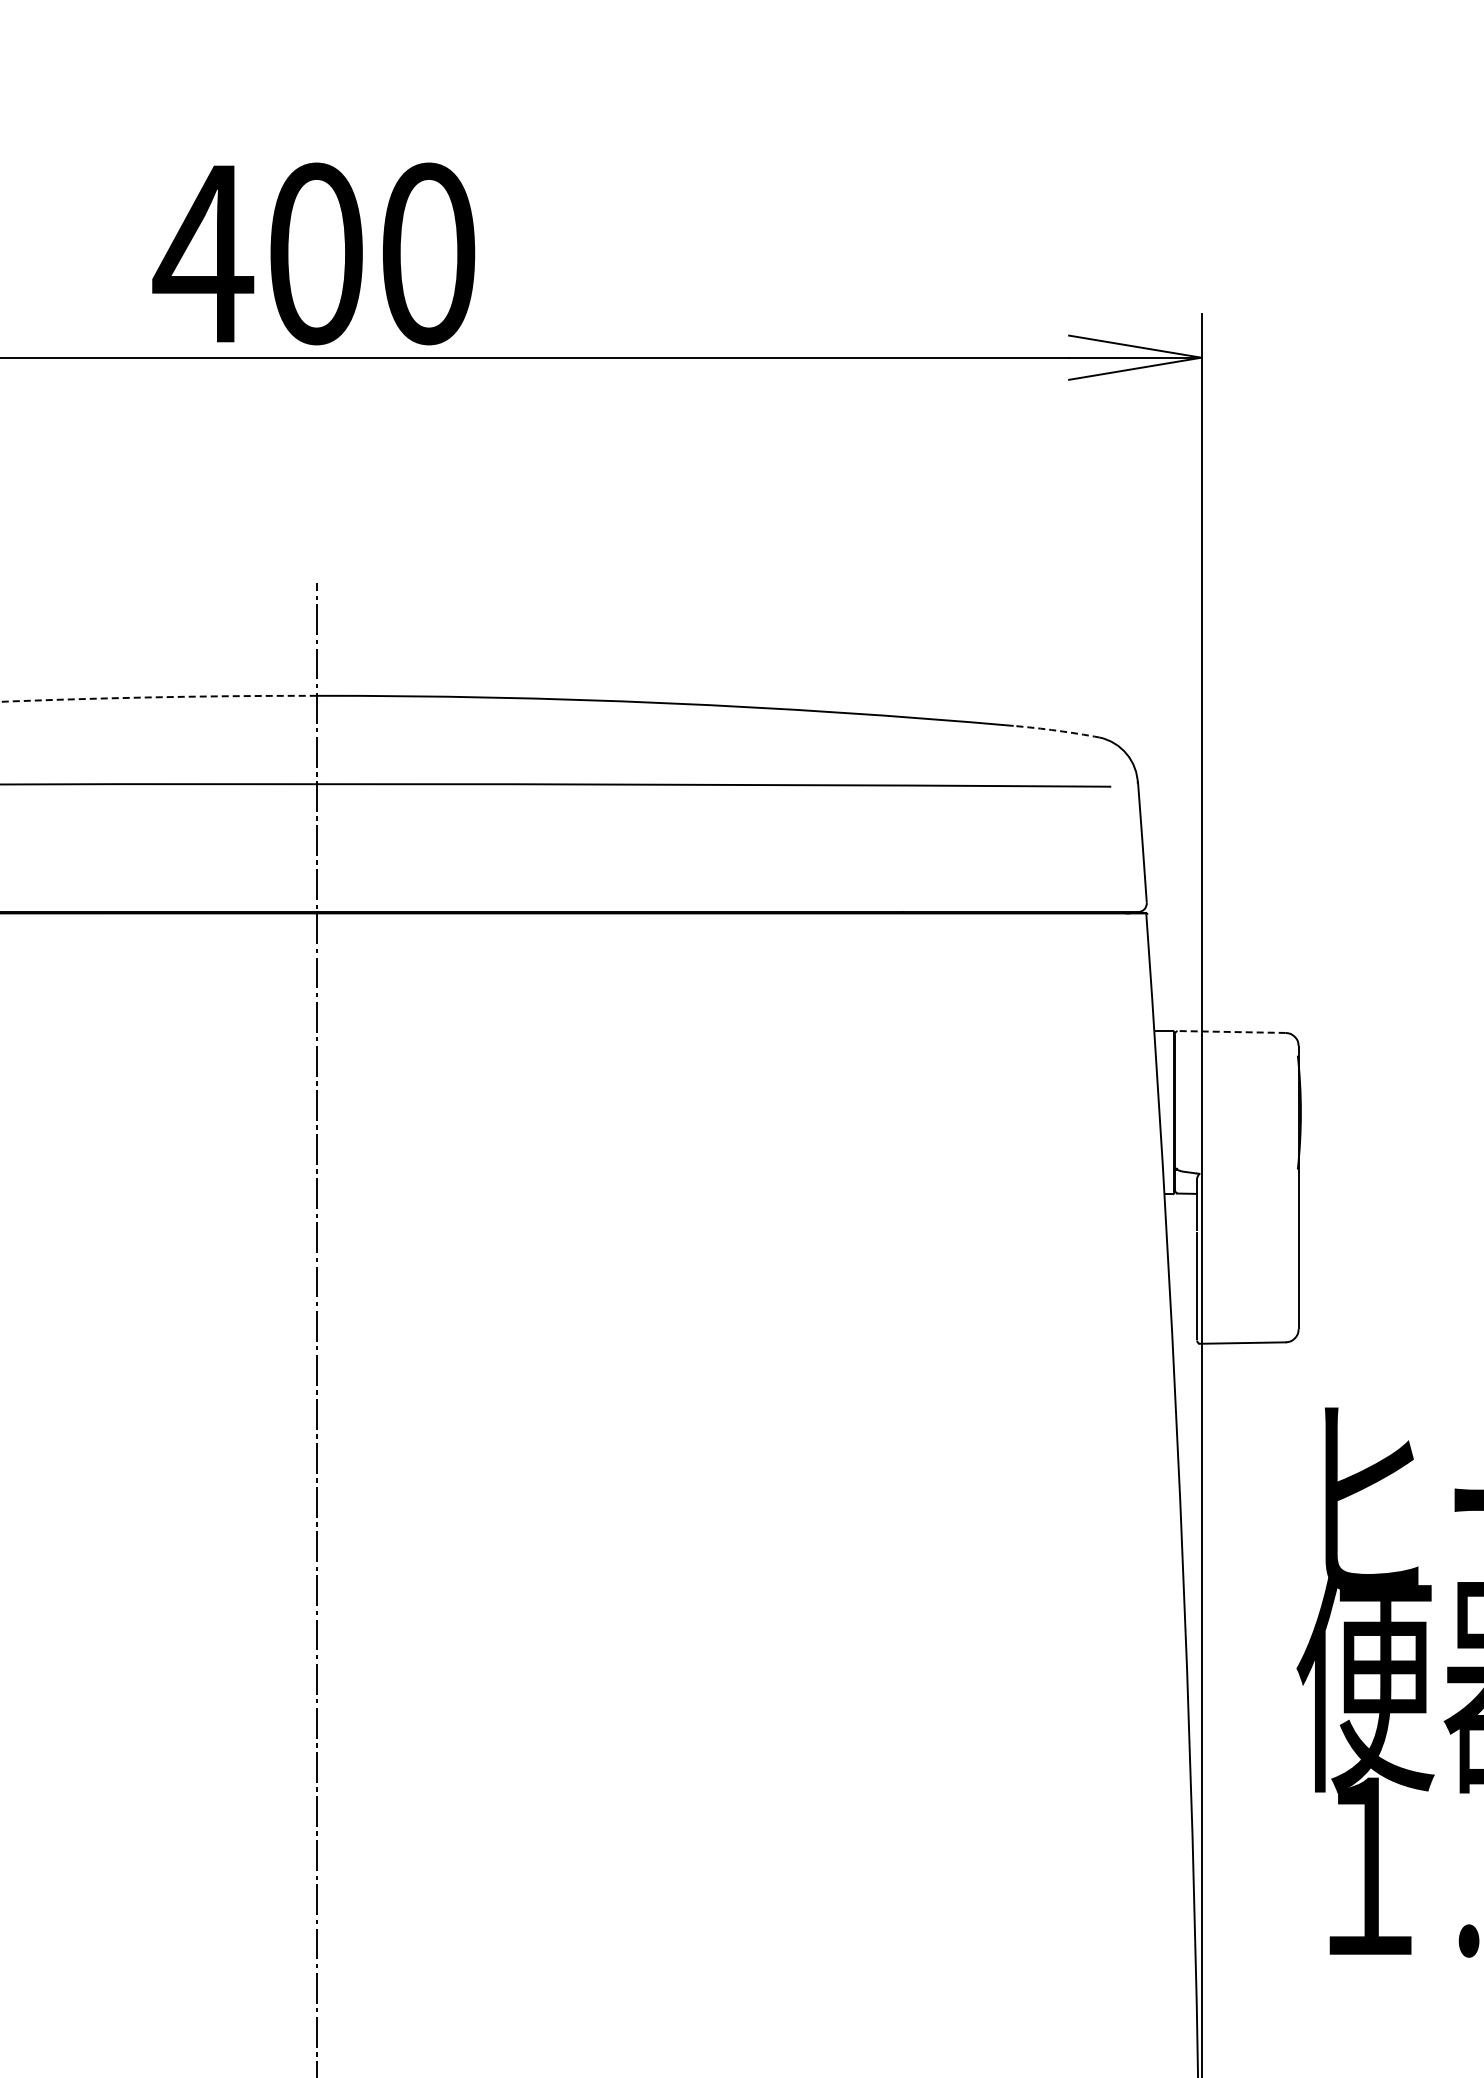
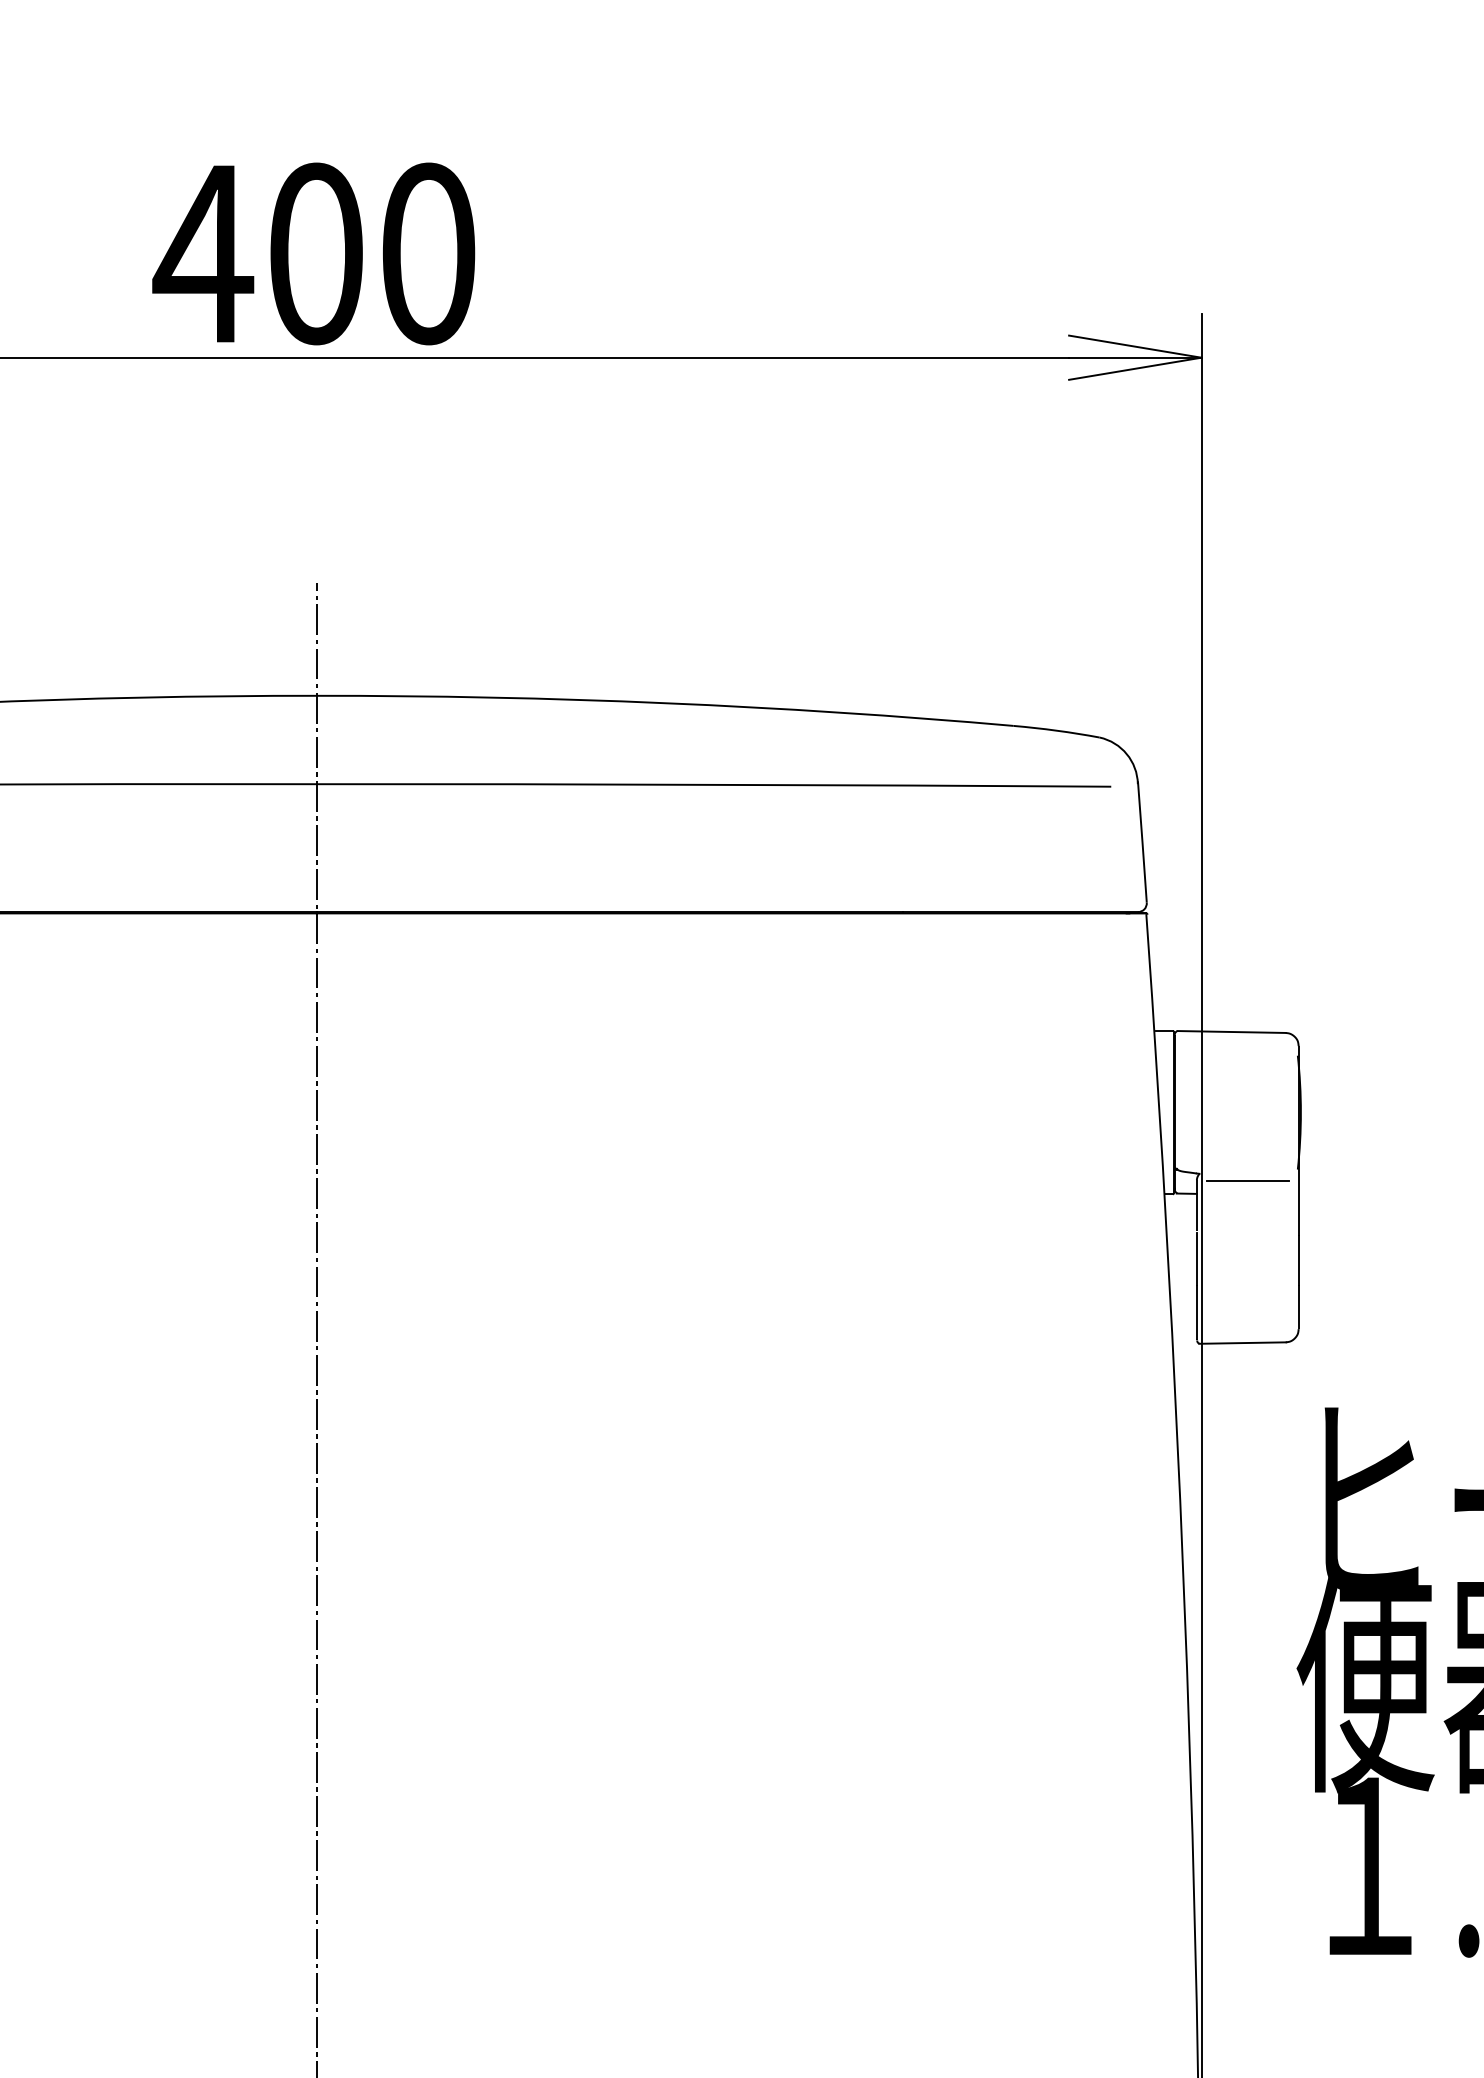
arc at (158, 697): dashed -> solid
arc at (1056, 730): dashed -> solid
line at (1231, 1032): dashed -> solid
line at (1247, 1181): none -> present
